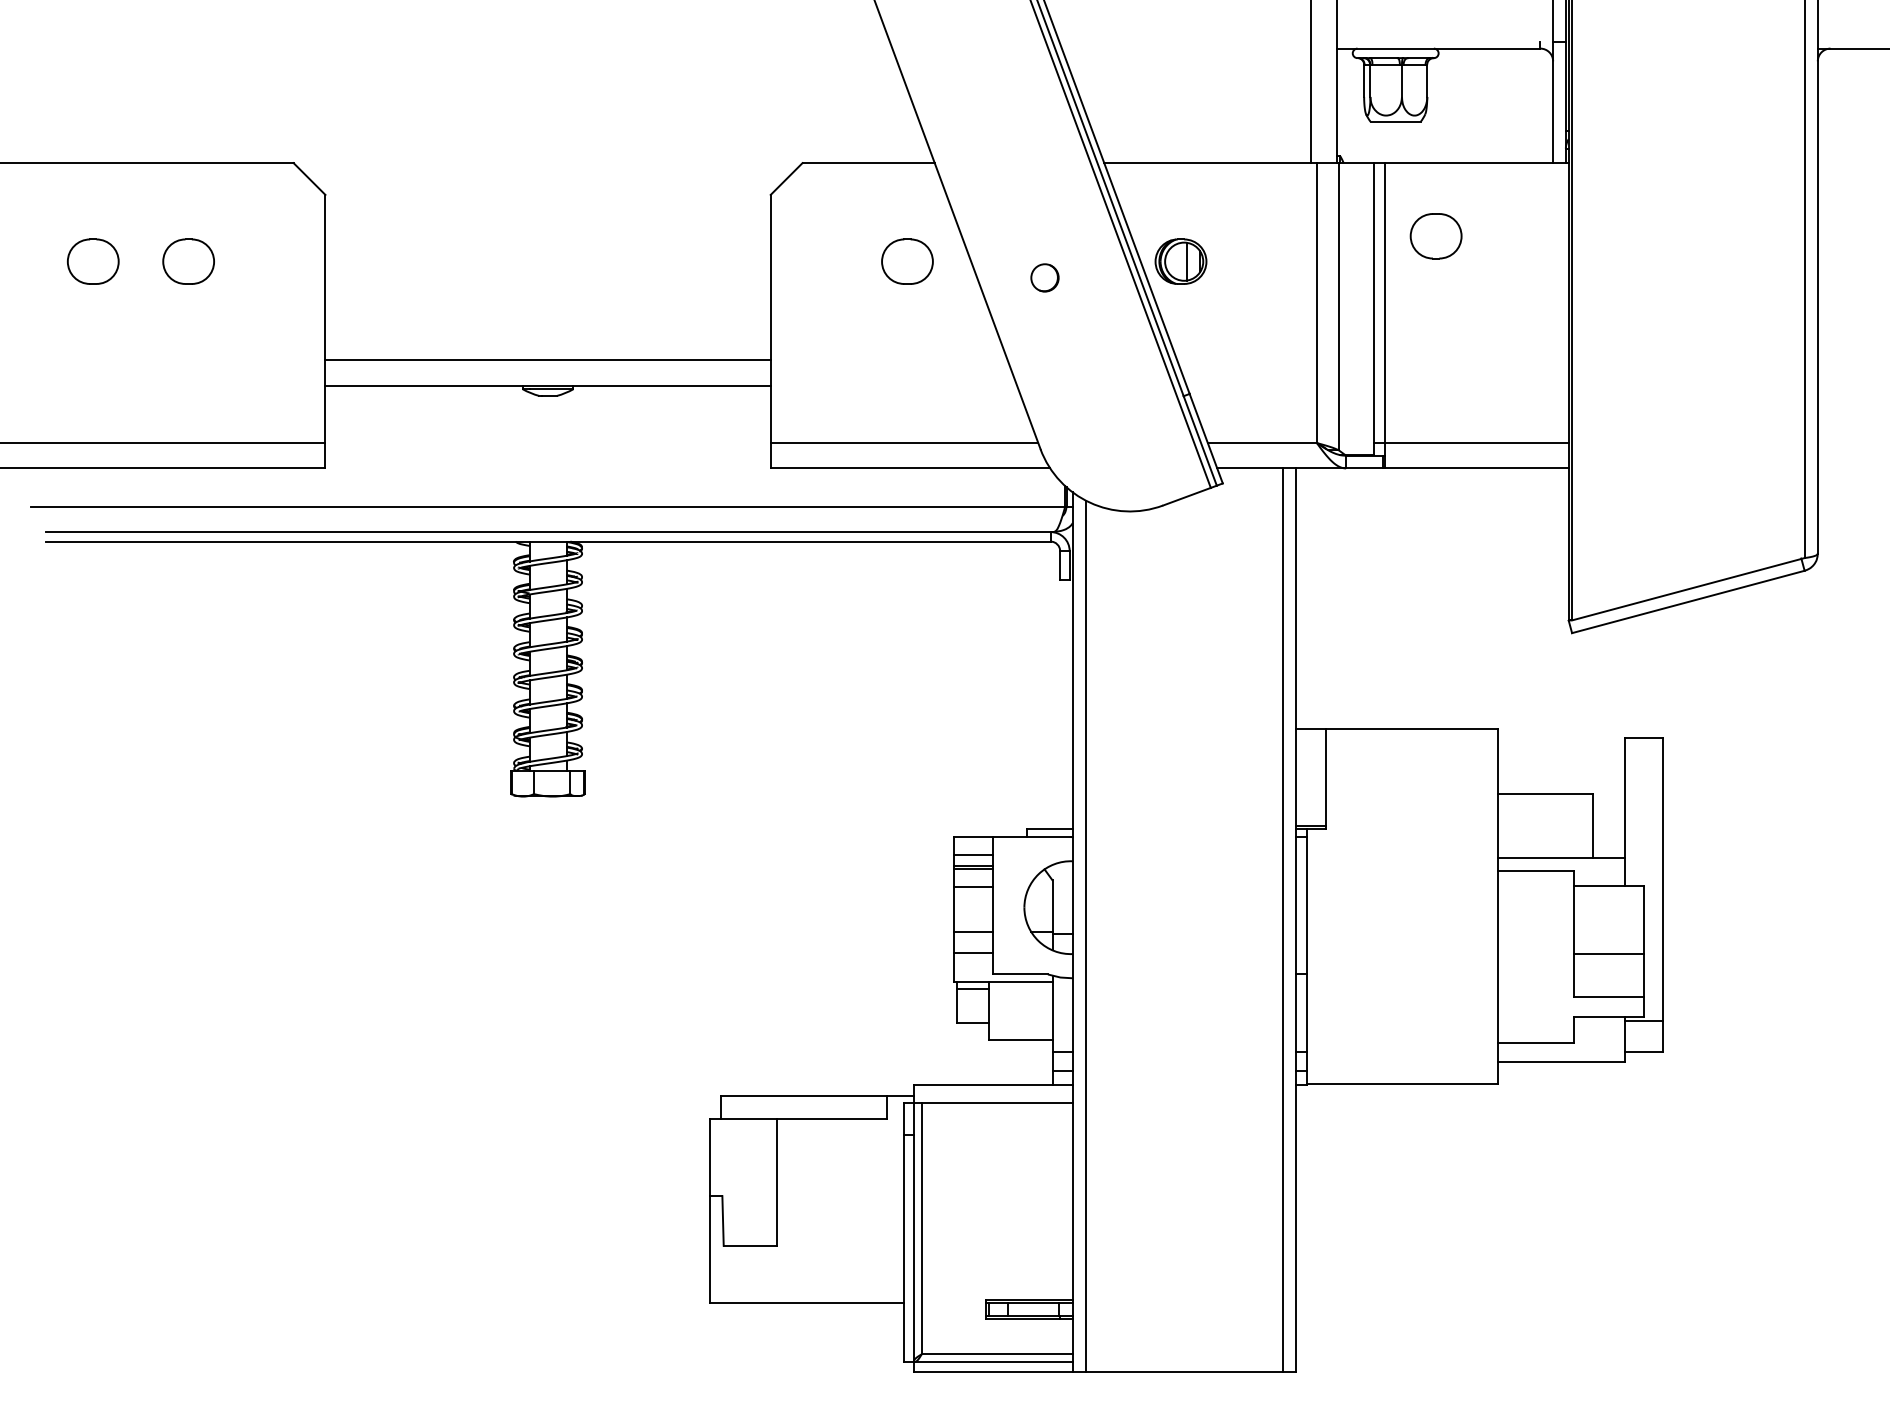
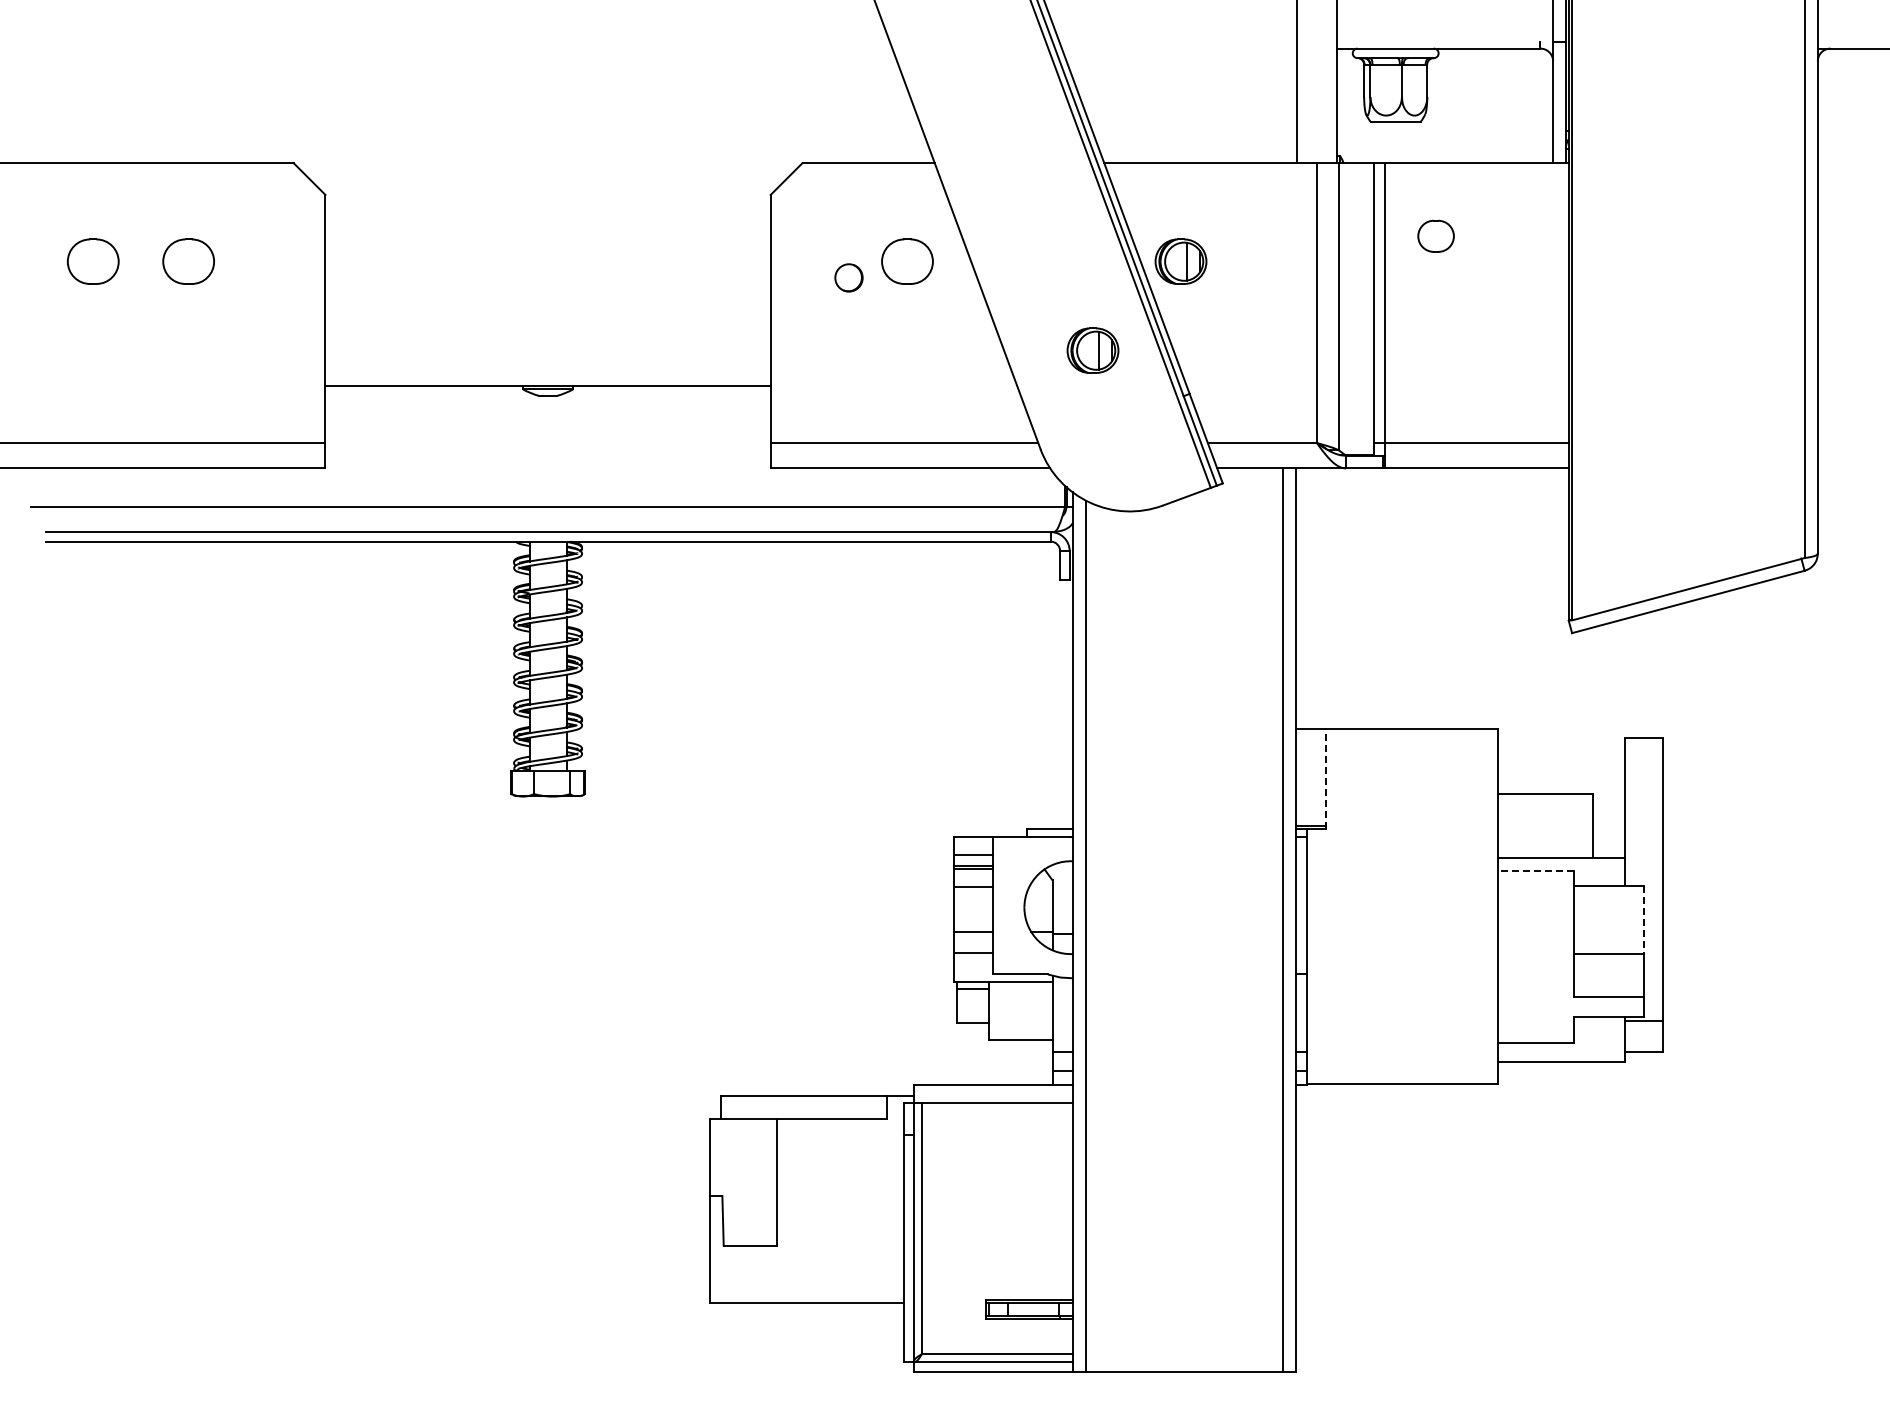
line at (1311, 82) position: (1311, 82) -> (1297, 82)
part at (1435, 236) size: 54x47 px -> 38x34 px
circle at (1044, 277) position: (1044, 277) -> (848, 277)
part at (1092, 350): none -> present
line at (547, 360): present -> none
line at (1326, 778): solid -> dashed
line at (1535, 870): solid -> dashed
line at (1644, 920): solid -> dashed
